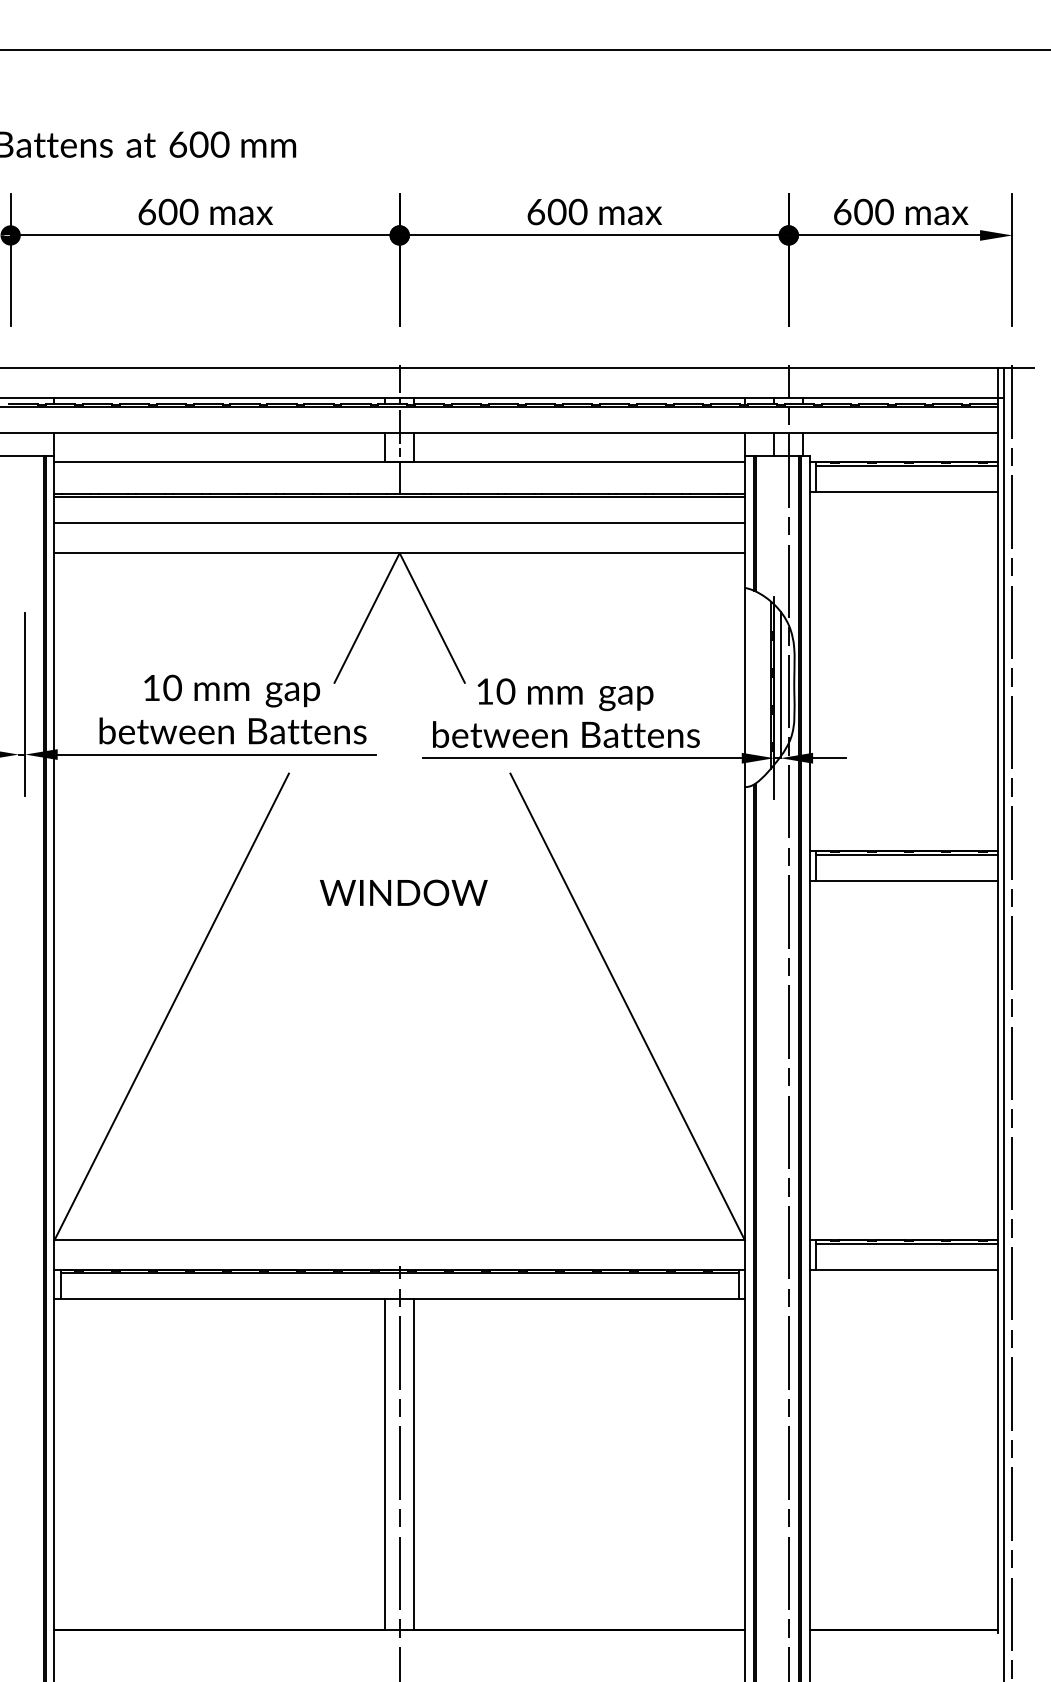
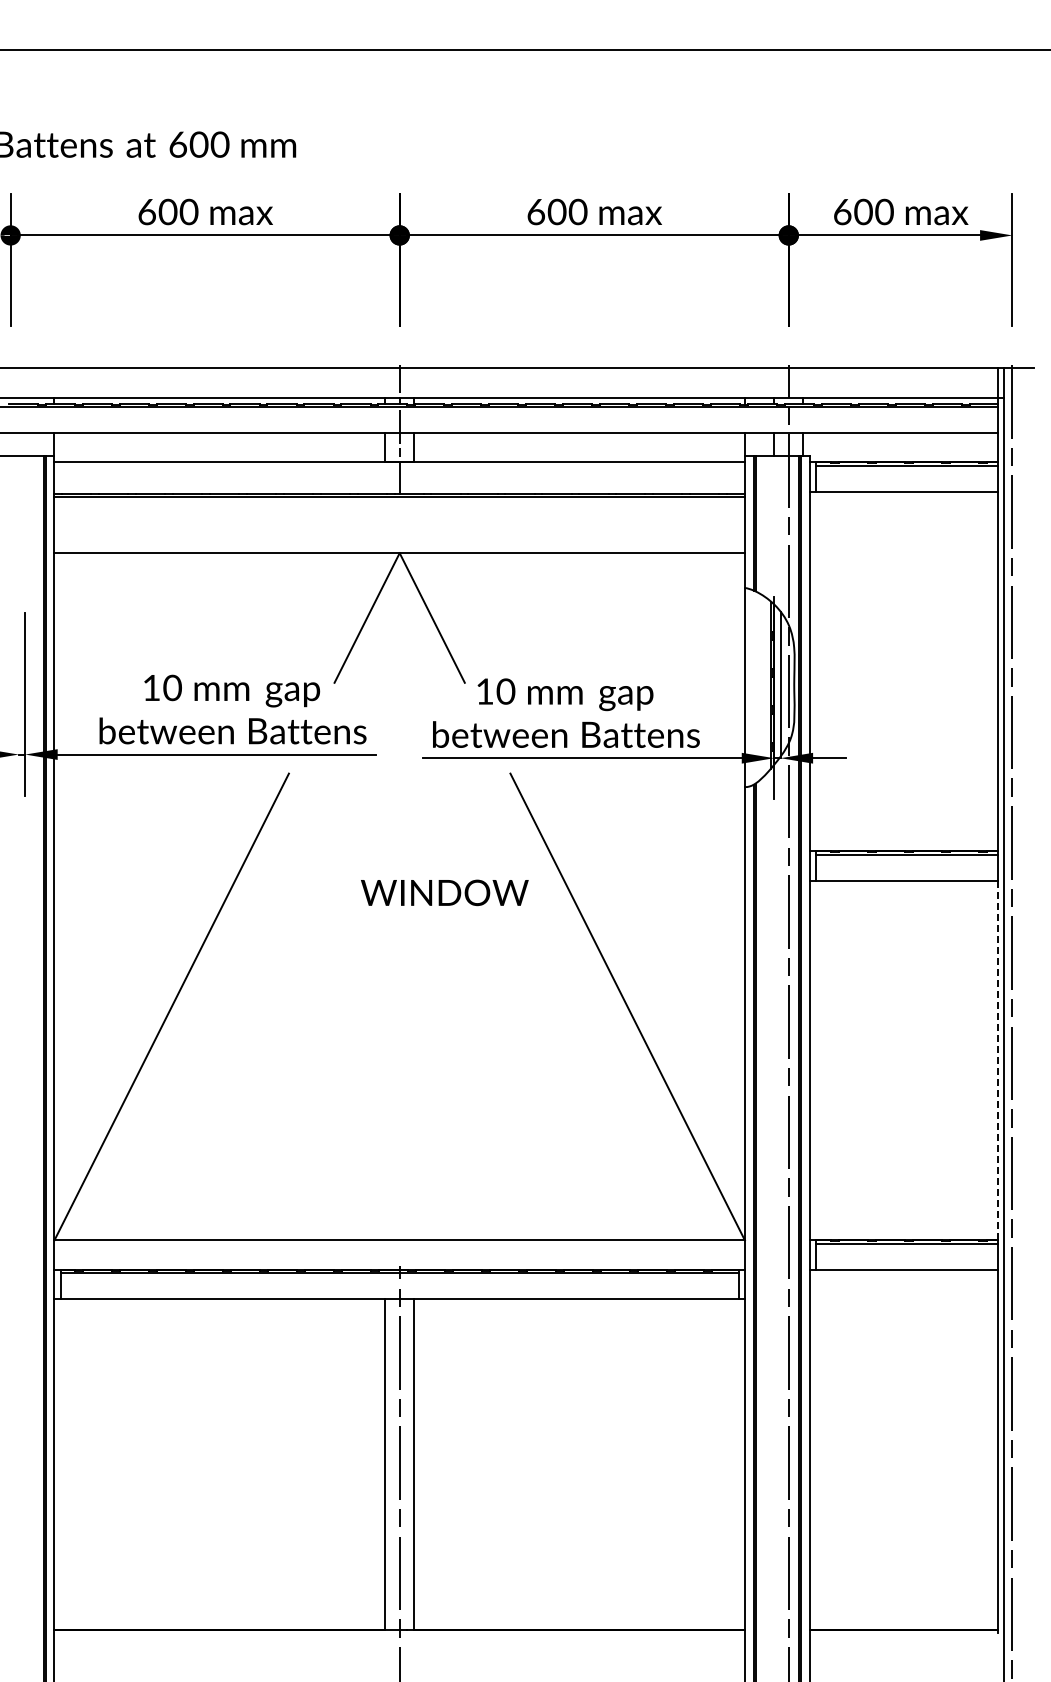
line at (399, 522): present -> none
text at (403, 892) position: (403, 892) -> (444, 892)
line at (997, 1060): solid -> dashed
